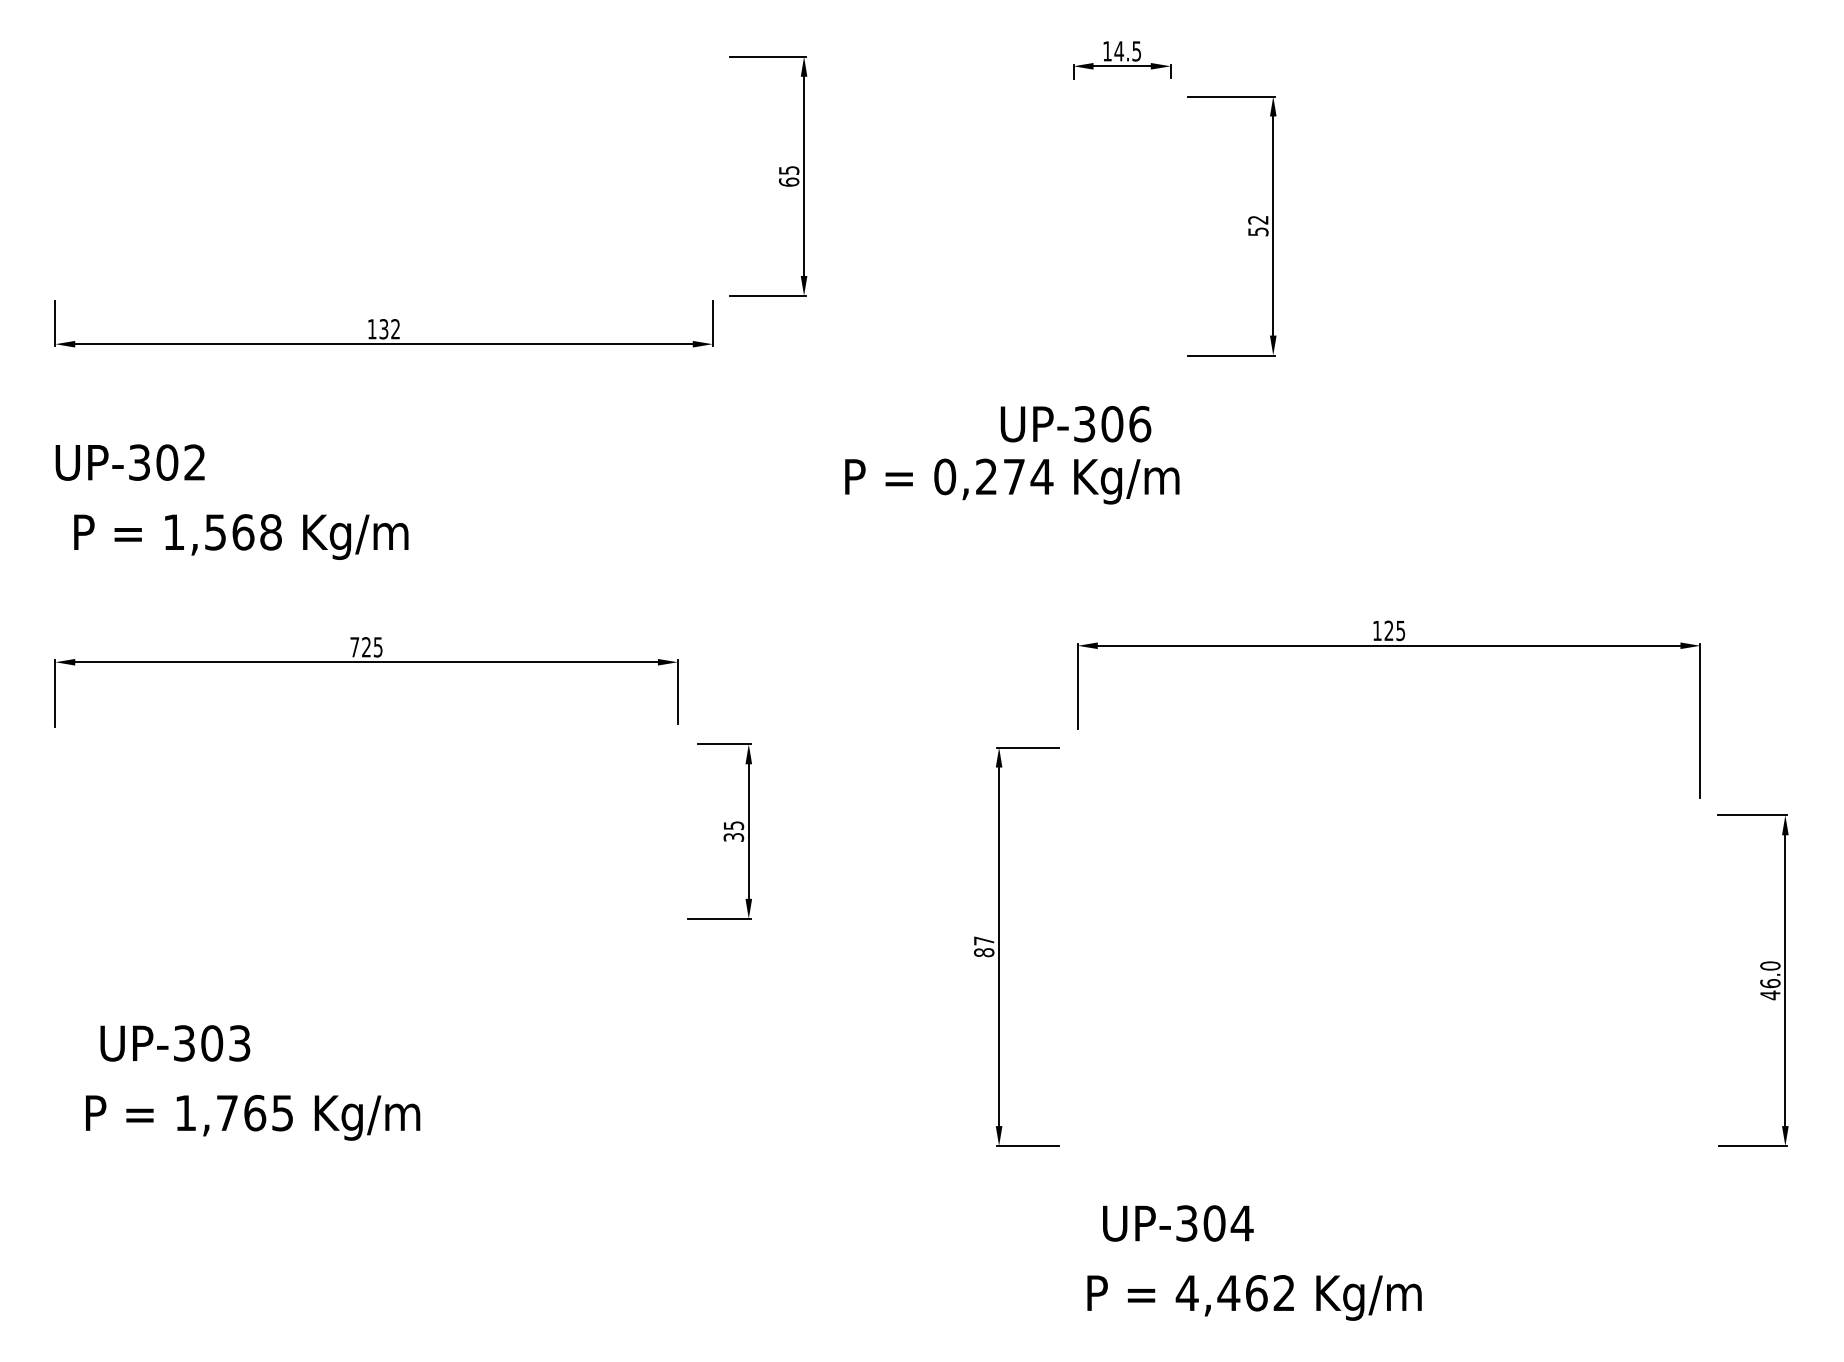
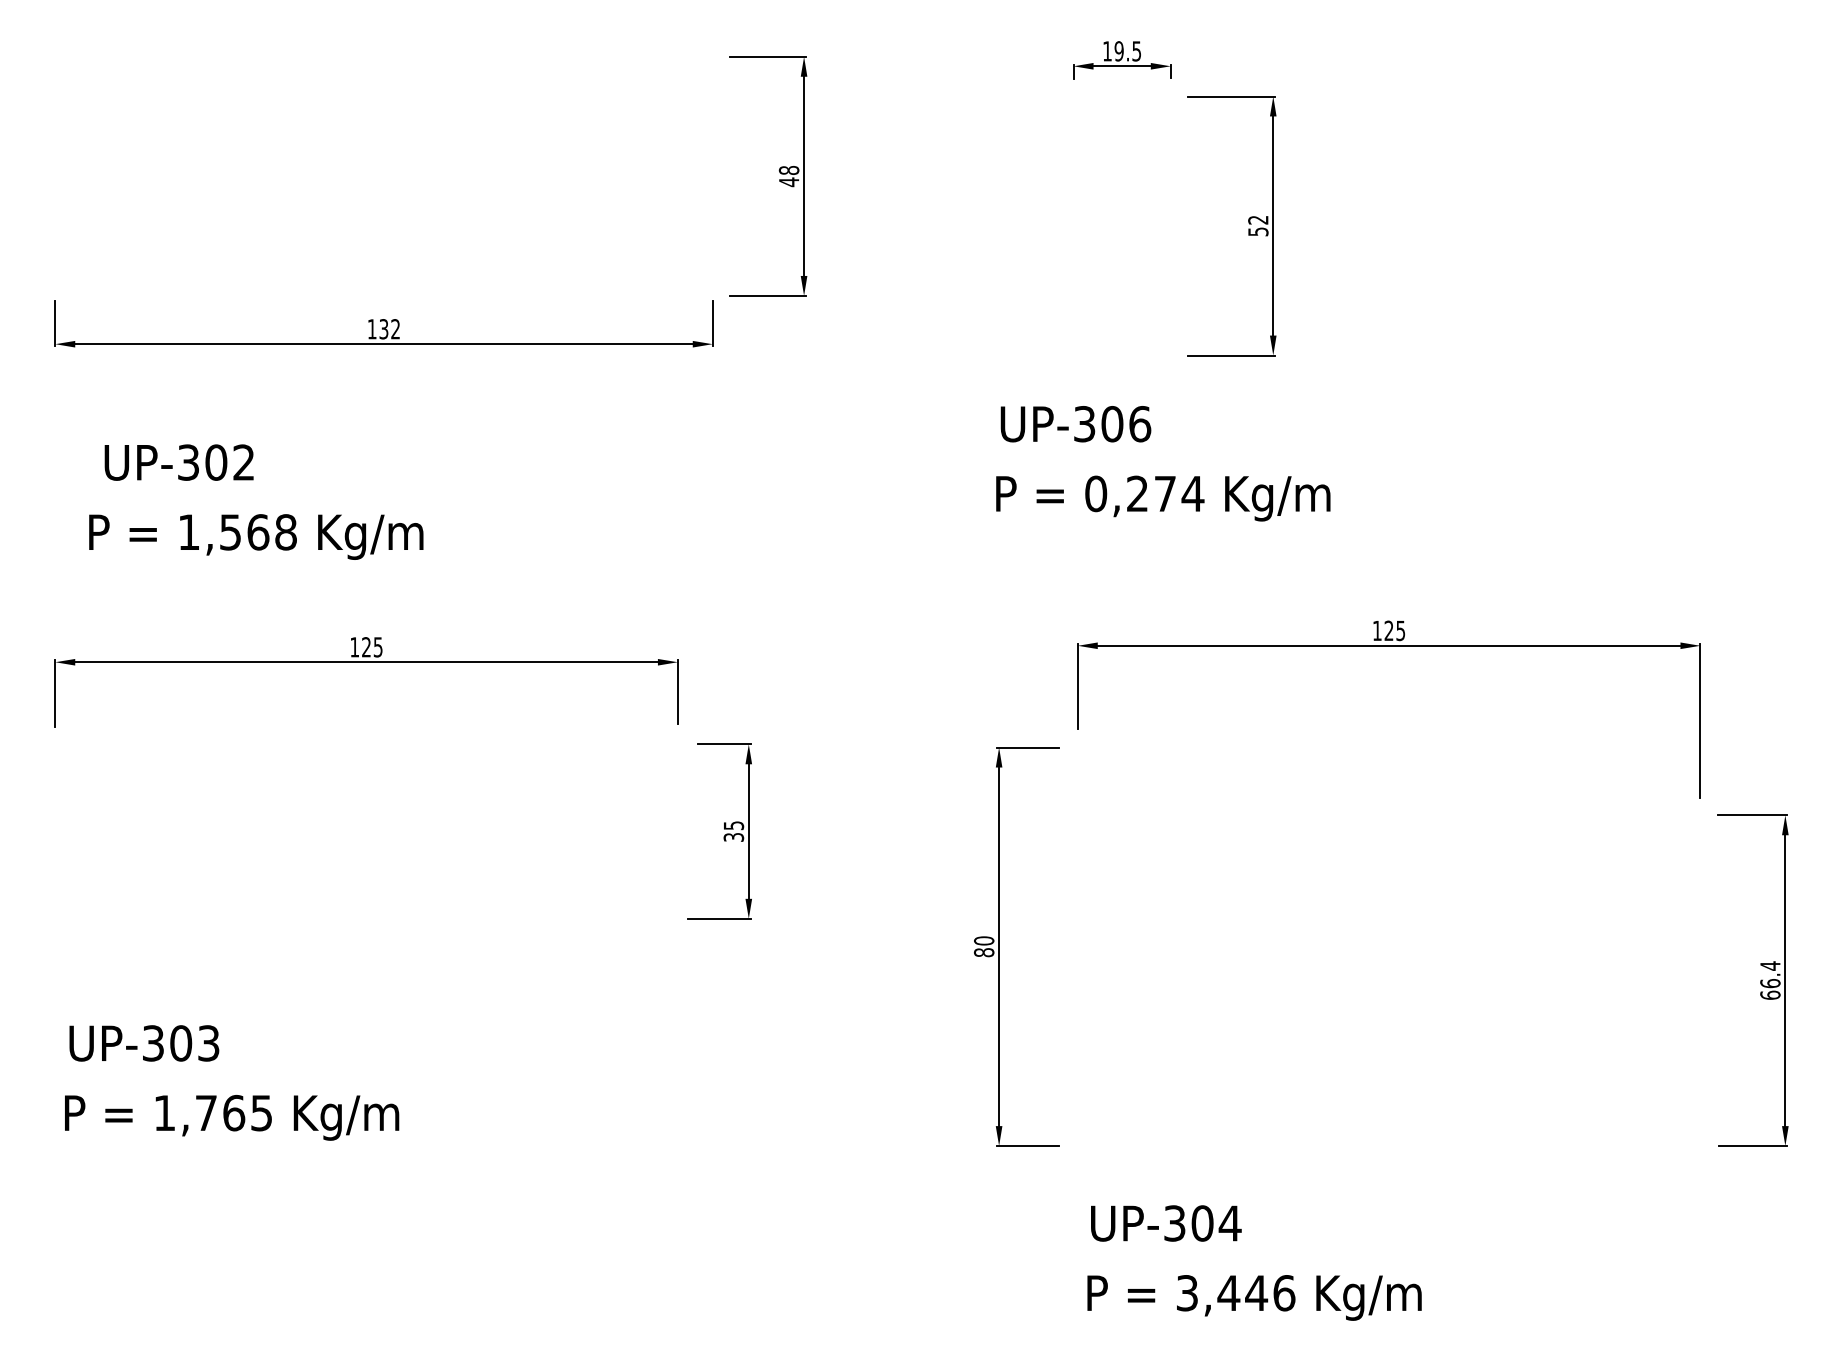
text at (1119, 51): 14.5 -> 19.5
text at (788, 176): 65 -> 48
text at (129, 462) position: (129, 462) -> (178, 462)
text at (1012, 481) position: (1012, 481) -> (1163, 498)
text at (241, 536) position: (241, 536) -> (256, 536)
text at (354, 647): 725 -> 125
text at (984, 940): 87 -> 80
text at (1770, 980): 46.0 -> 66.4
text at (175, 1043) position: (175, 1043) -> (144, 1043)
text at (253, 1117) position: (253, 1117) -> (232, 1117)
text at (1178, 1223) position: (1178, 1223) -> (1166, 1223)
text at (1235, 1293): 4,462 -> 3,446
